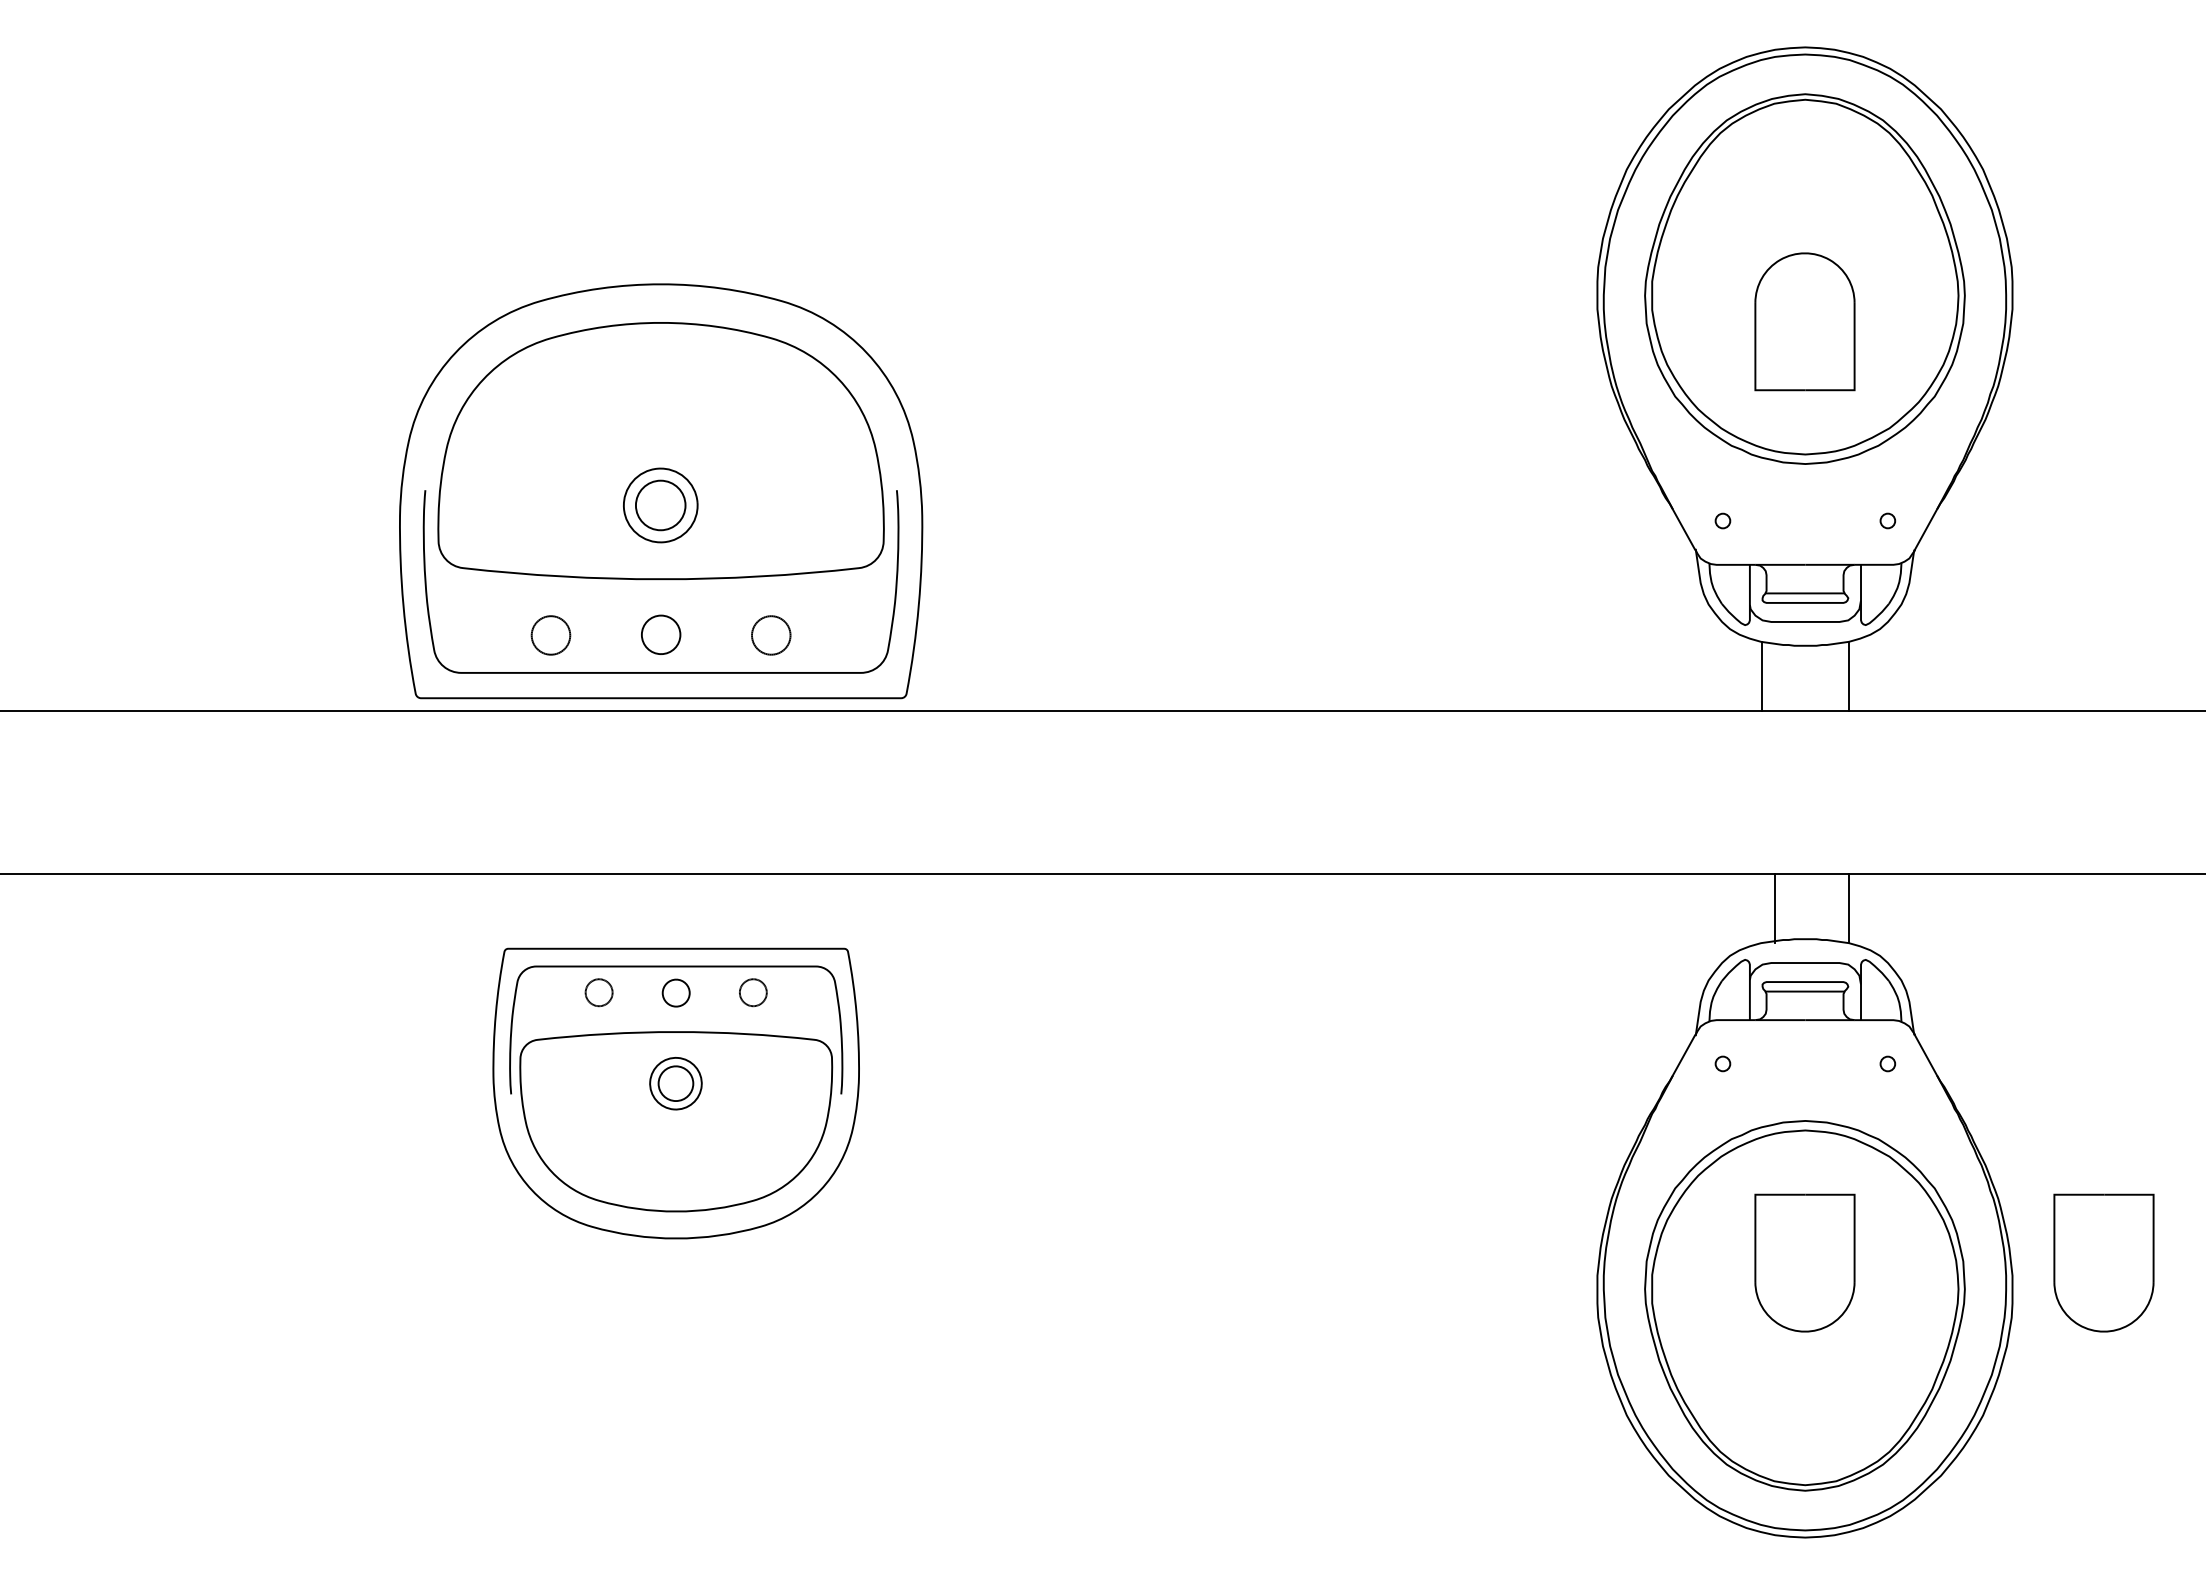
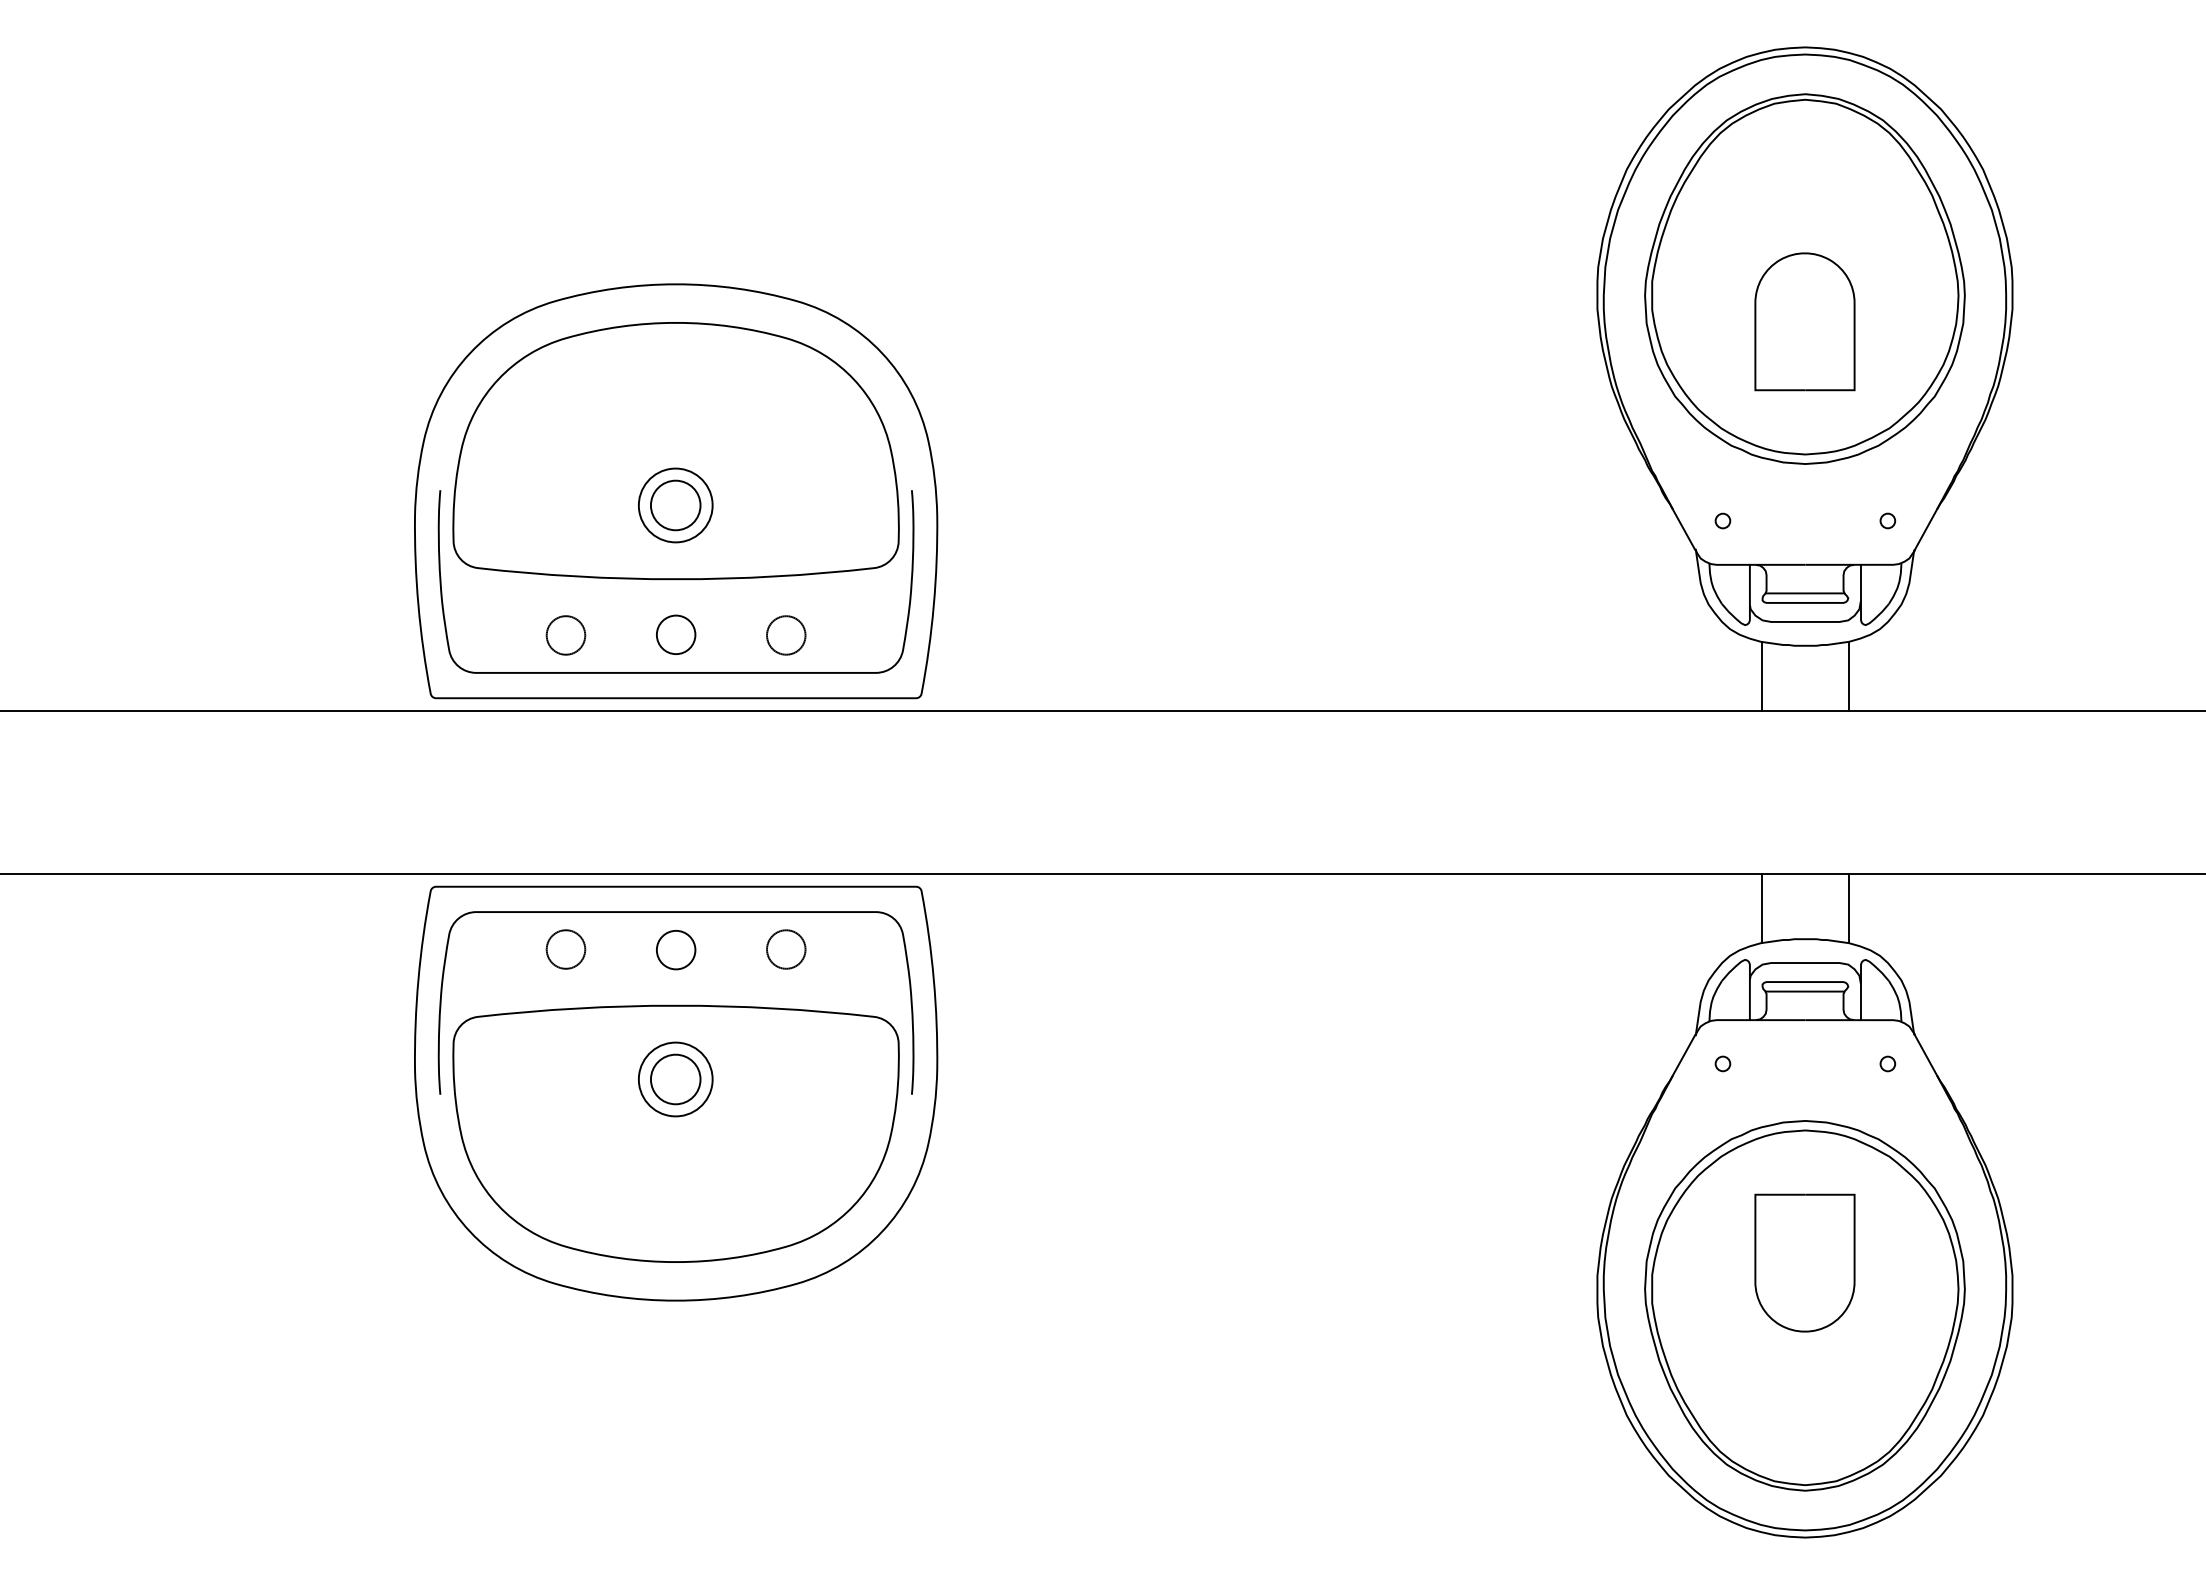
part at (661, 491) position: (661, 491) -> (676, 491)
line at (1774, 908) position: (1774, 908) -> (1761, 908)
part at (675, 1093) size: 368x293 px -> 525x417 px
part at (2103, 1262): present -> none
